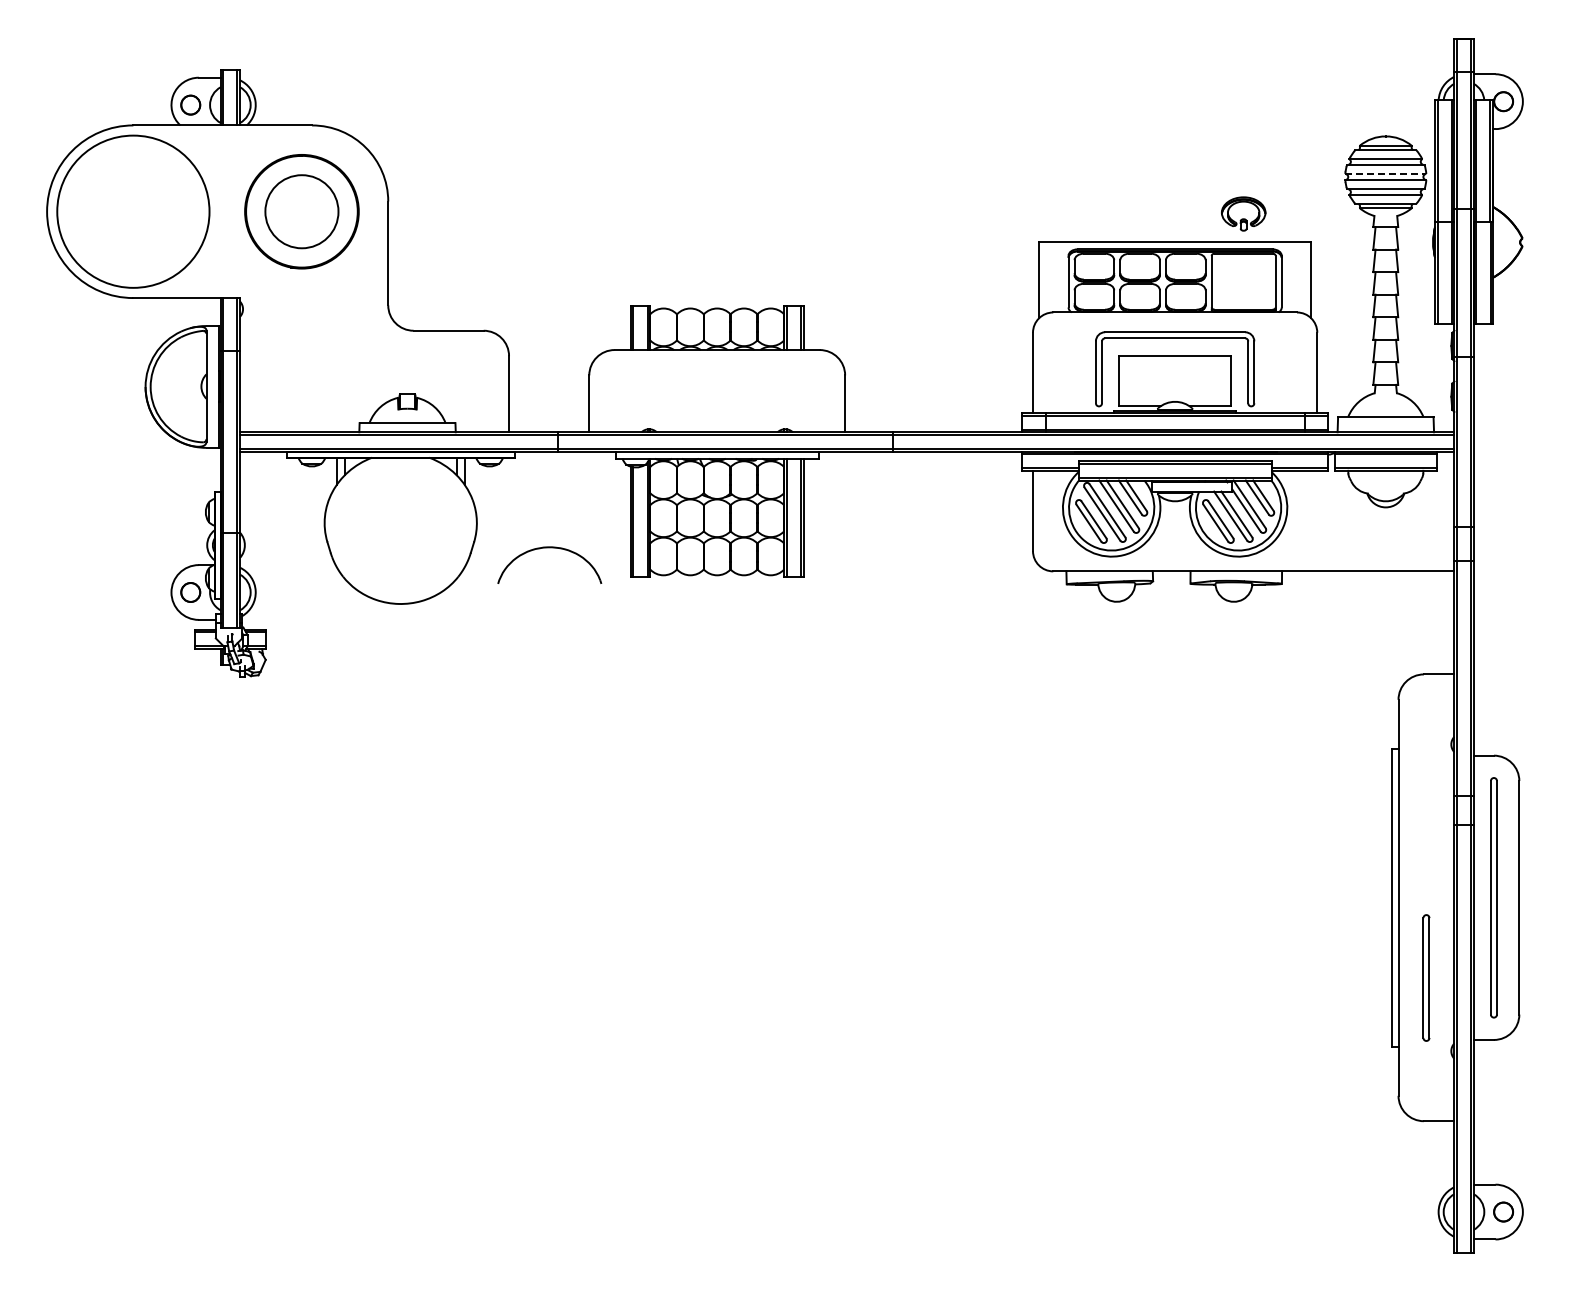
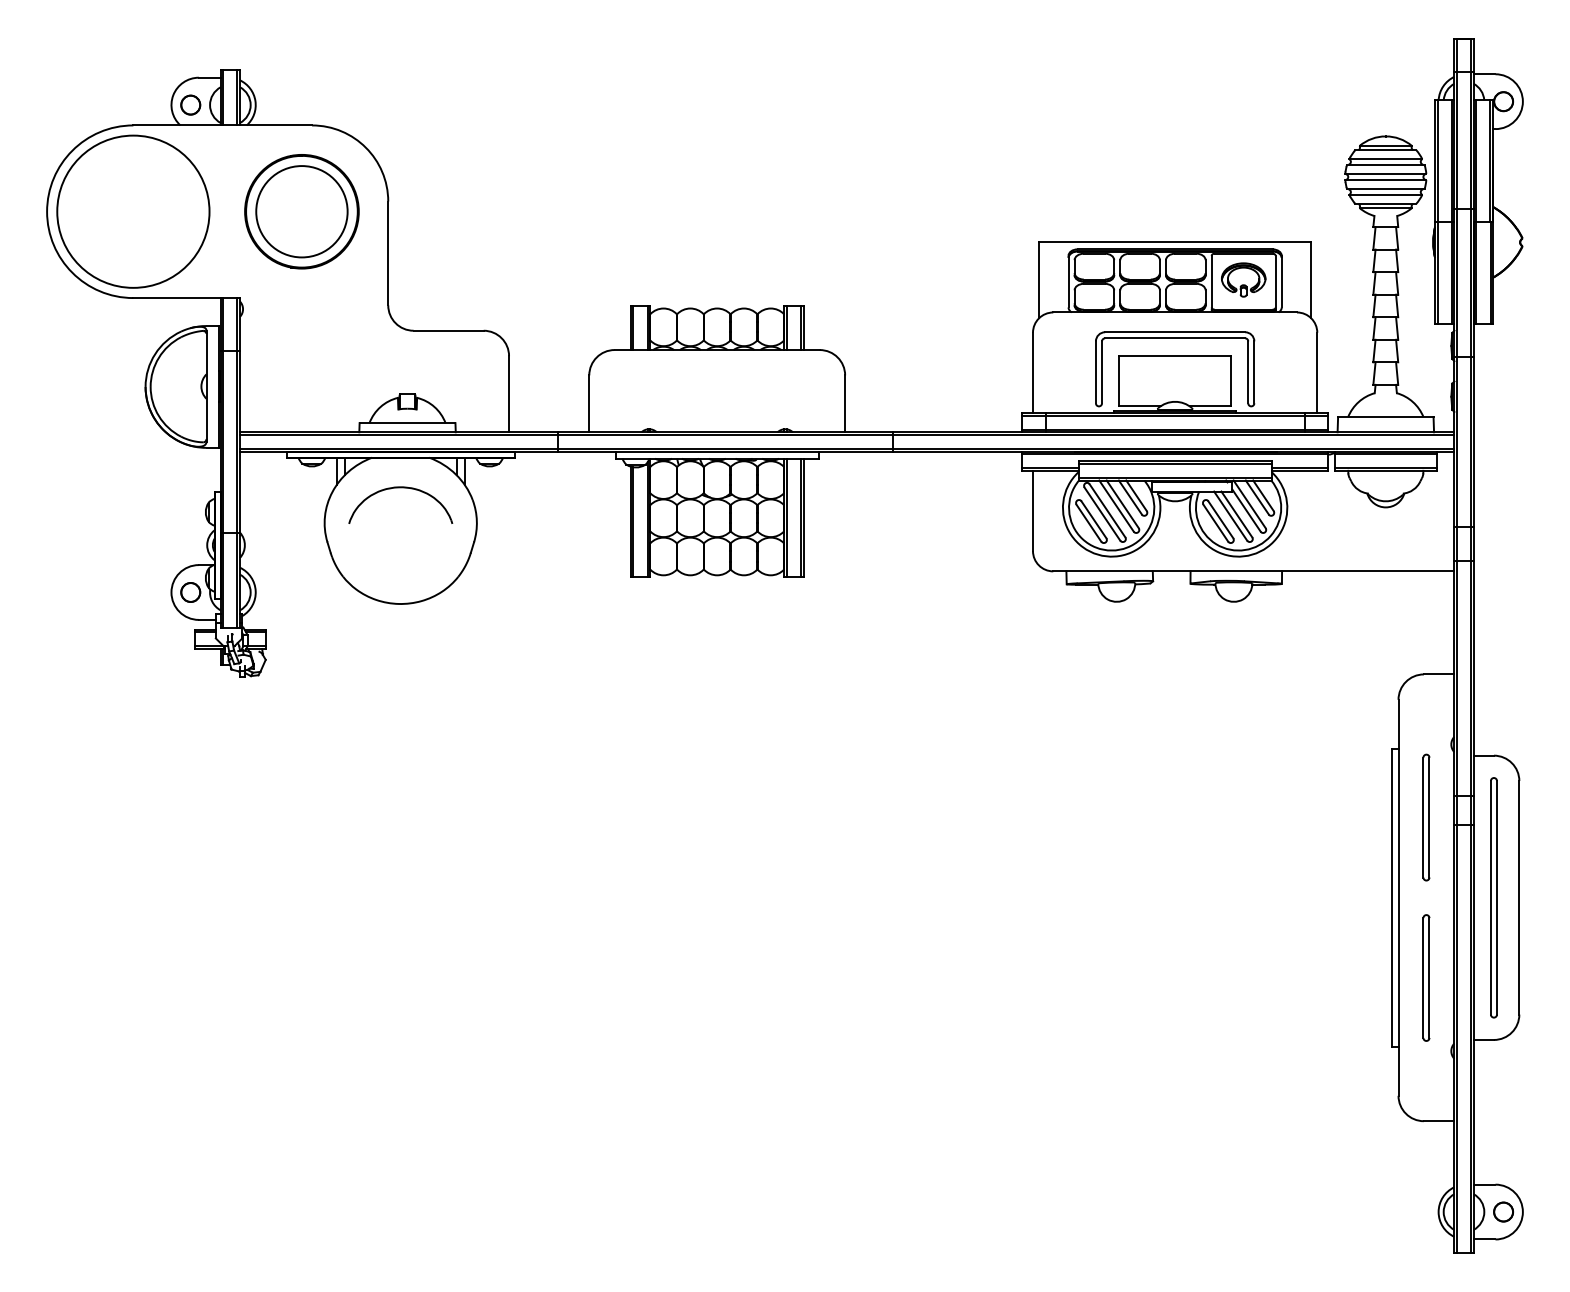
line at (1385, 174): dashed -> solid
circle at (301, 211) diameter: 73 px -> 91 px
part at (1243, 213) position: (1243, 213) -> (1243, 279)
part at (549, 548) position: (549, 548) -> (400, 488)
part at (1426, 817): none -> present
